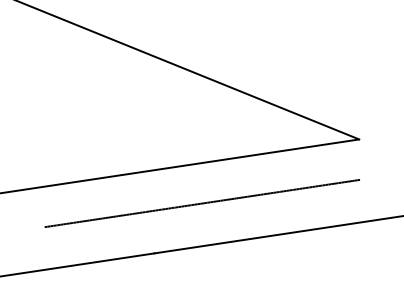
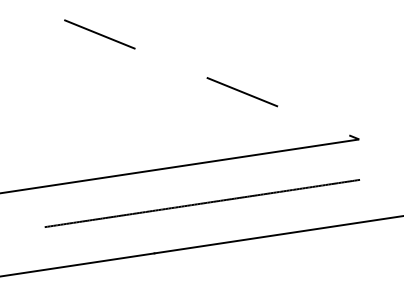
line at (186, 69): solid -> dashed
